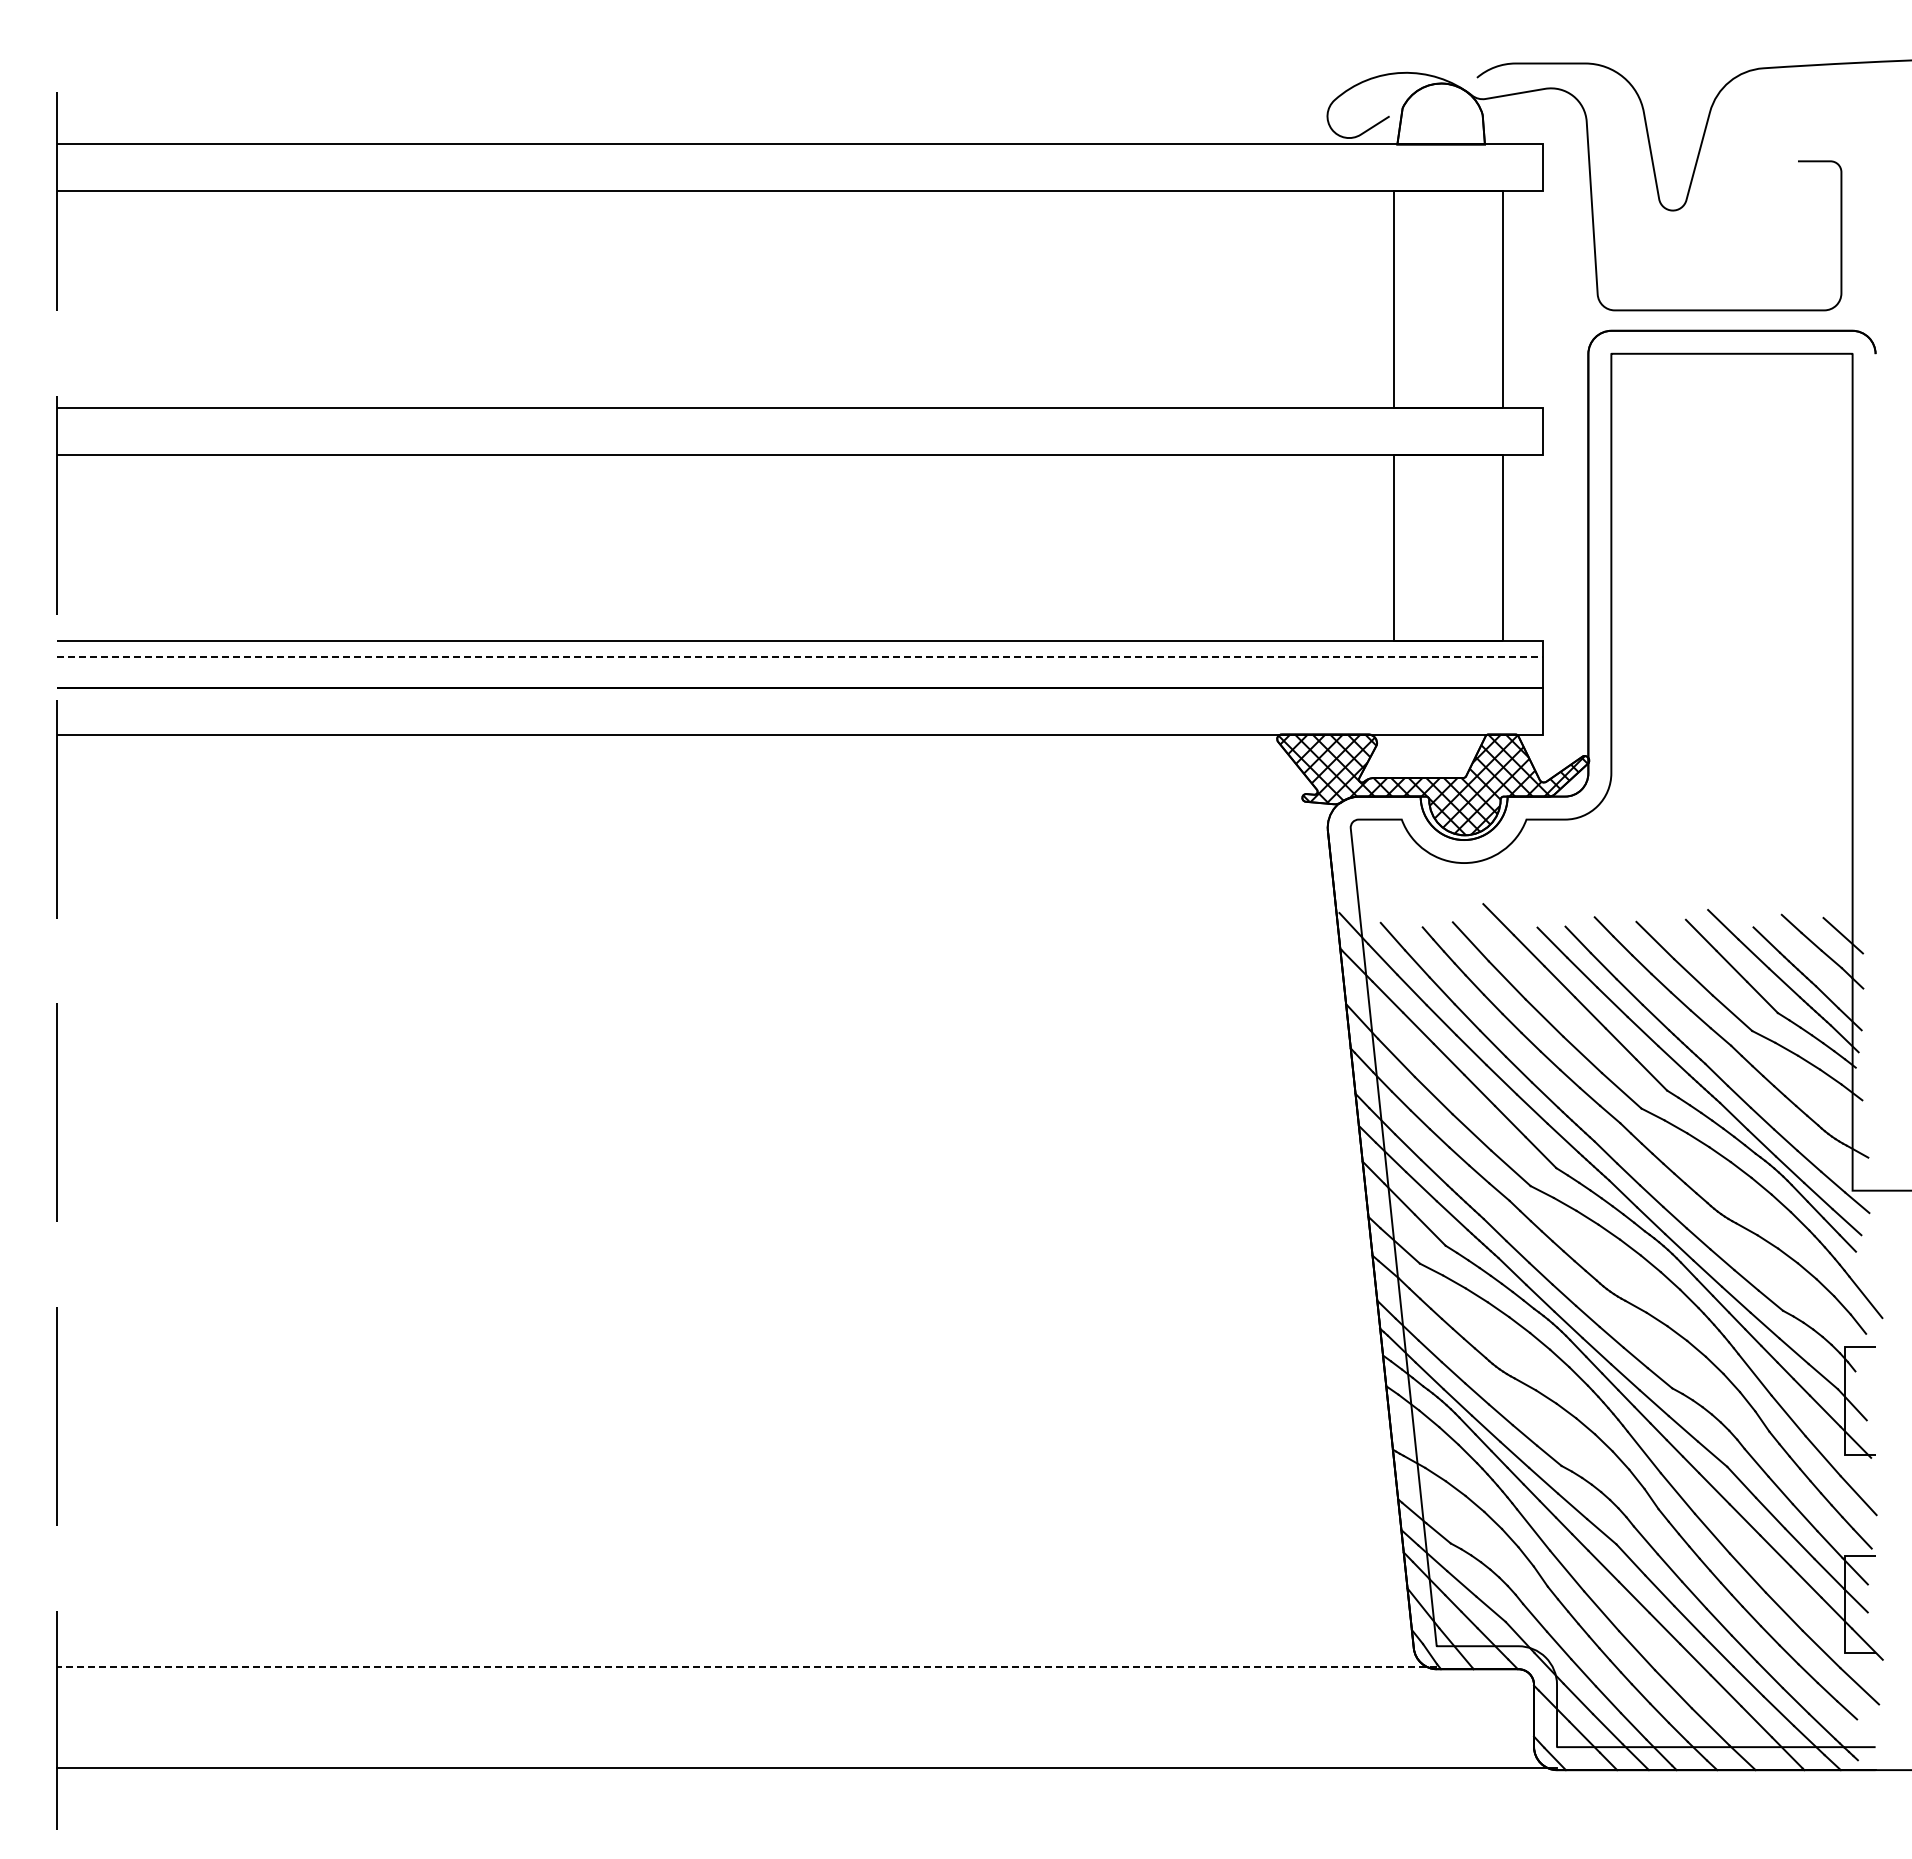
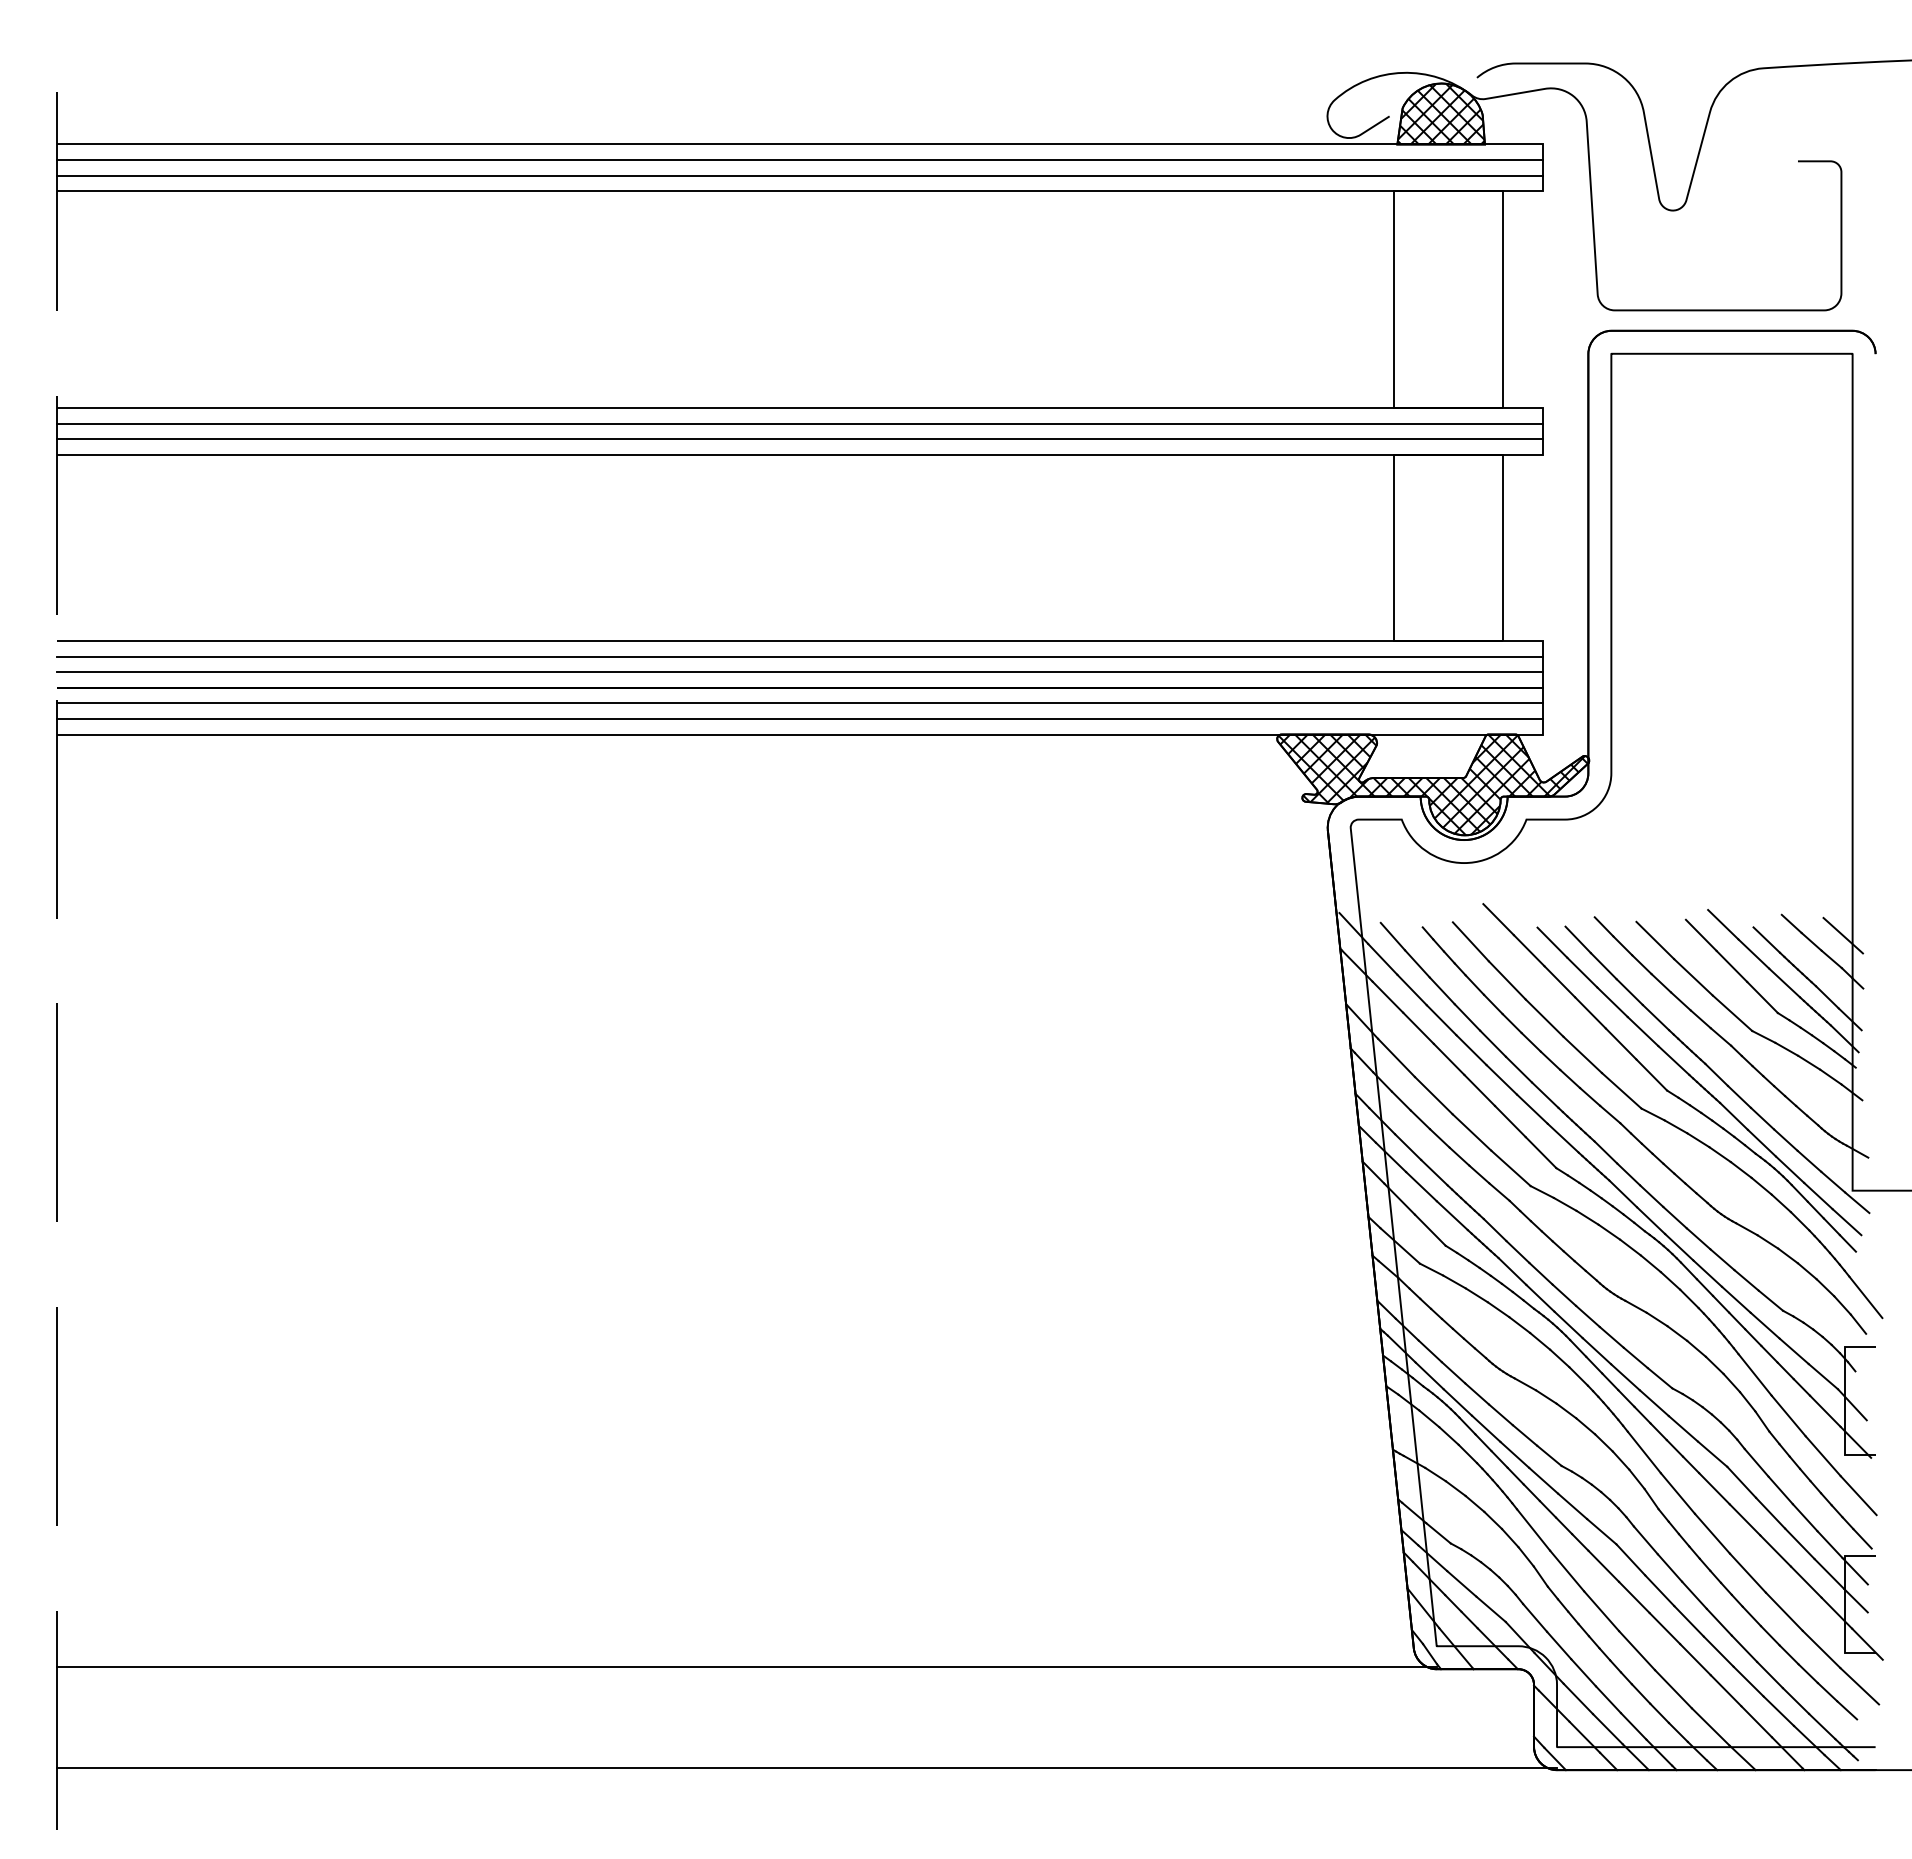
hatch at (1440, 113): none -> present
line at (800, 160): none -> present
line at (800, 175): none -> present
line at (800, 423): none -> present
line at (800, 439): none -> present
line at (800, 656): dashed -> solid
line at (800, 672): none -> present
line at (800, 703): none -> present
line at (800, 718): none -> present
line at (747, 1667): dashed -> solid
